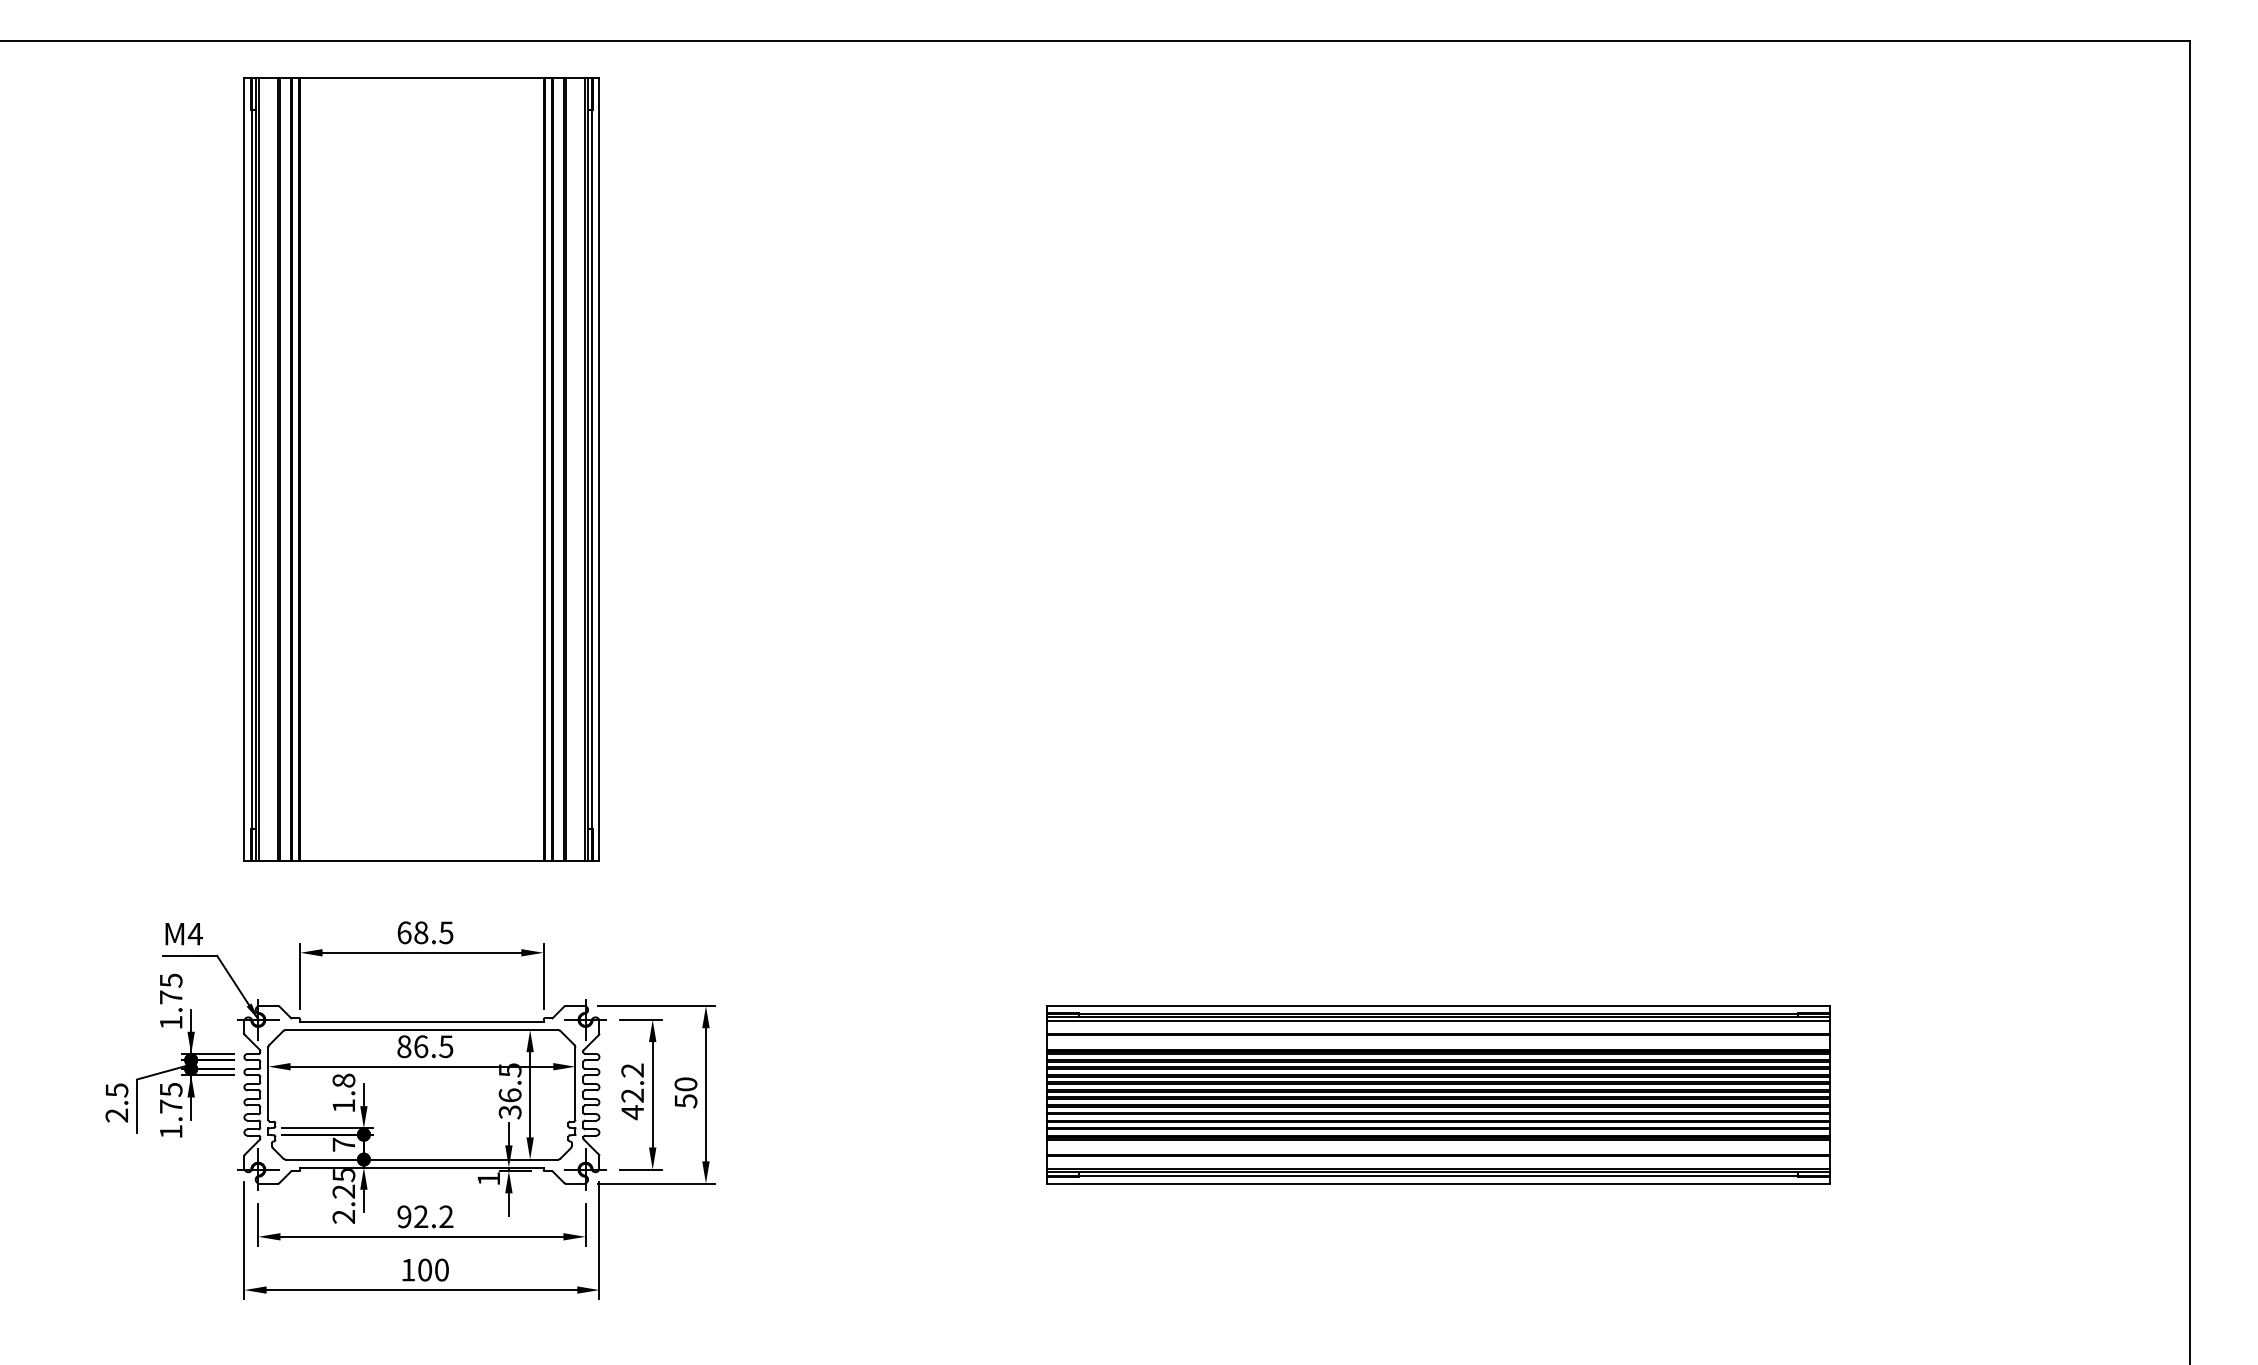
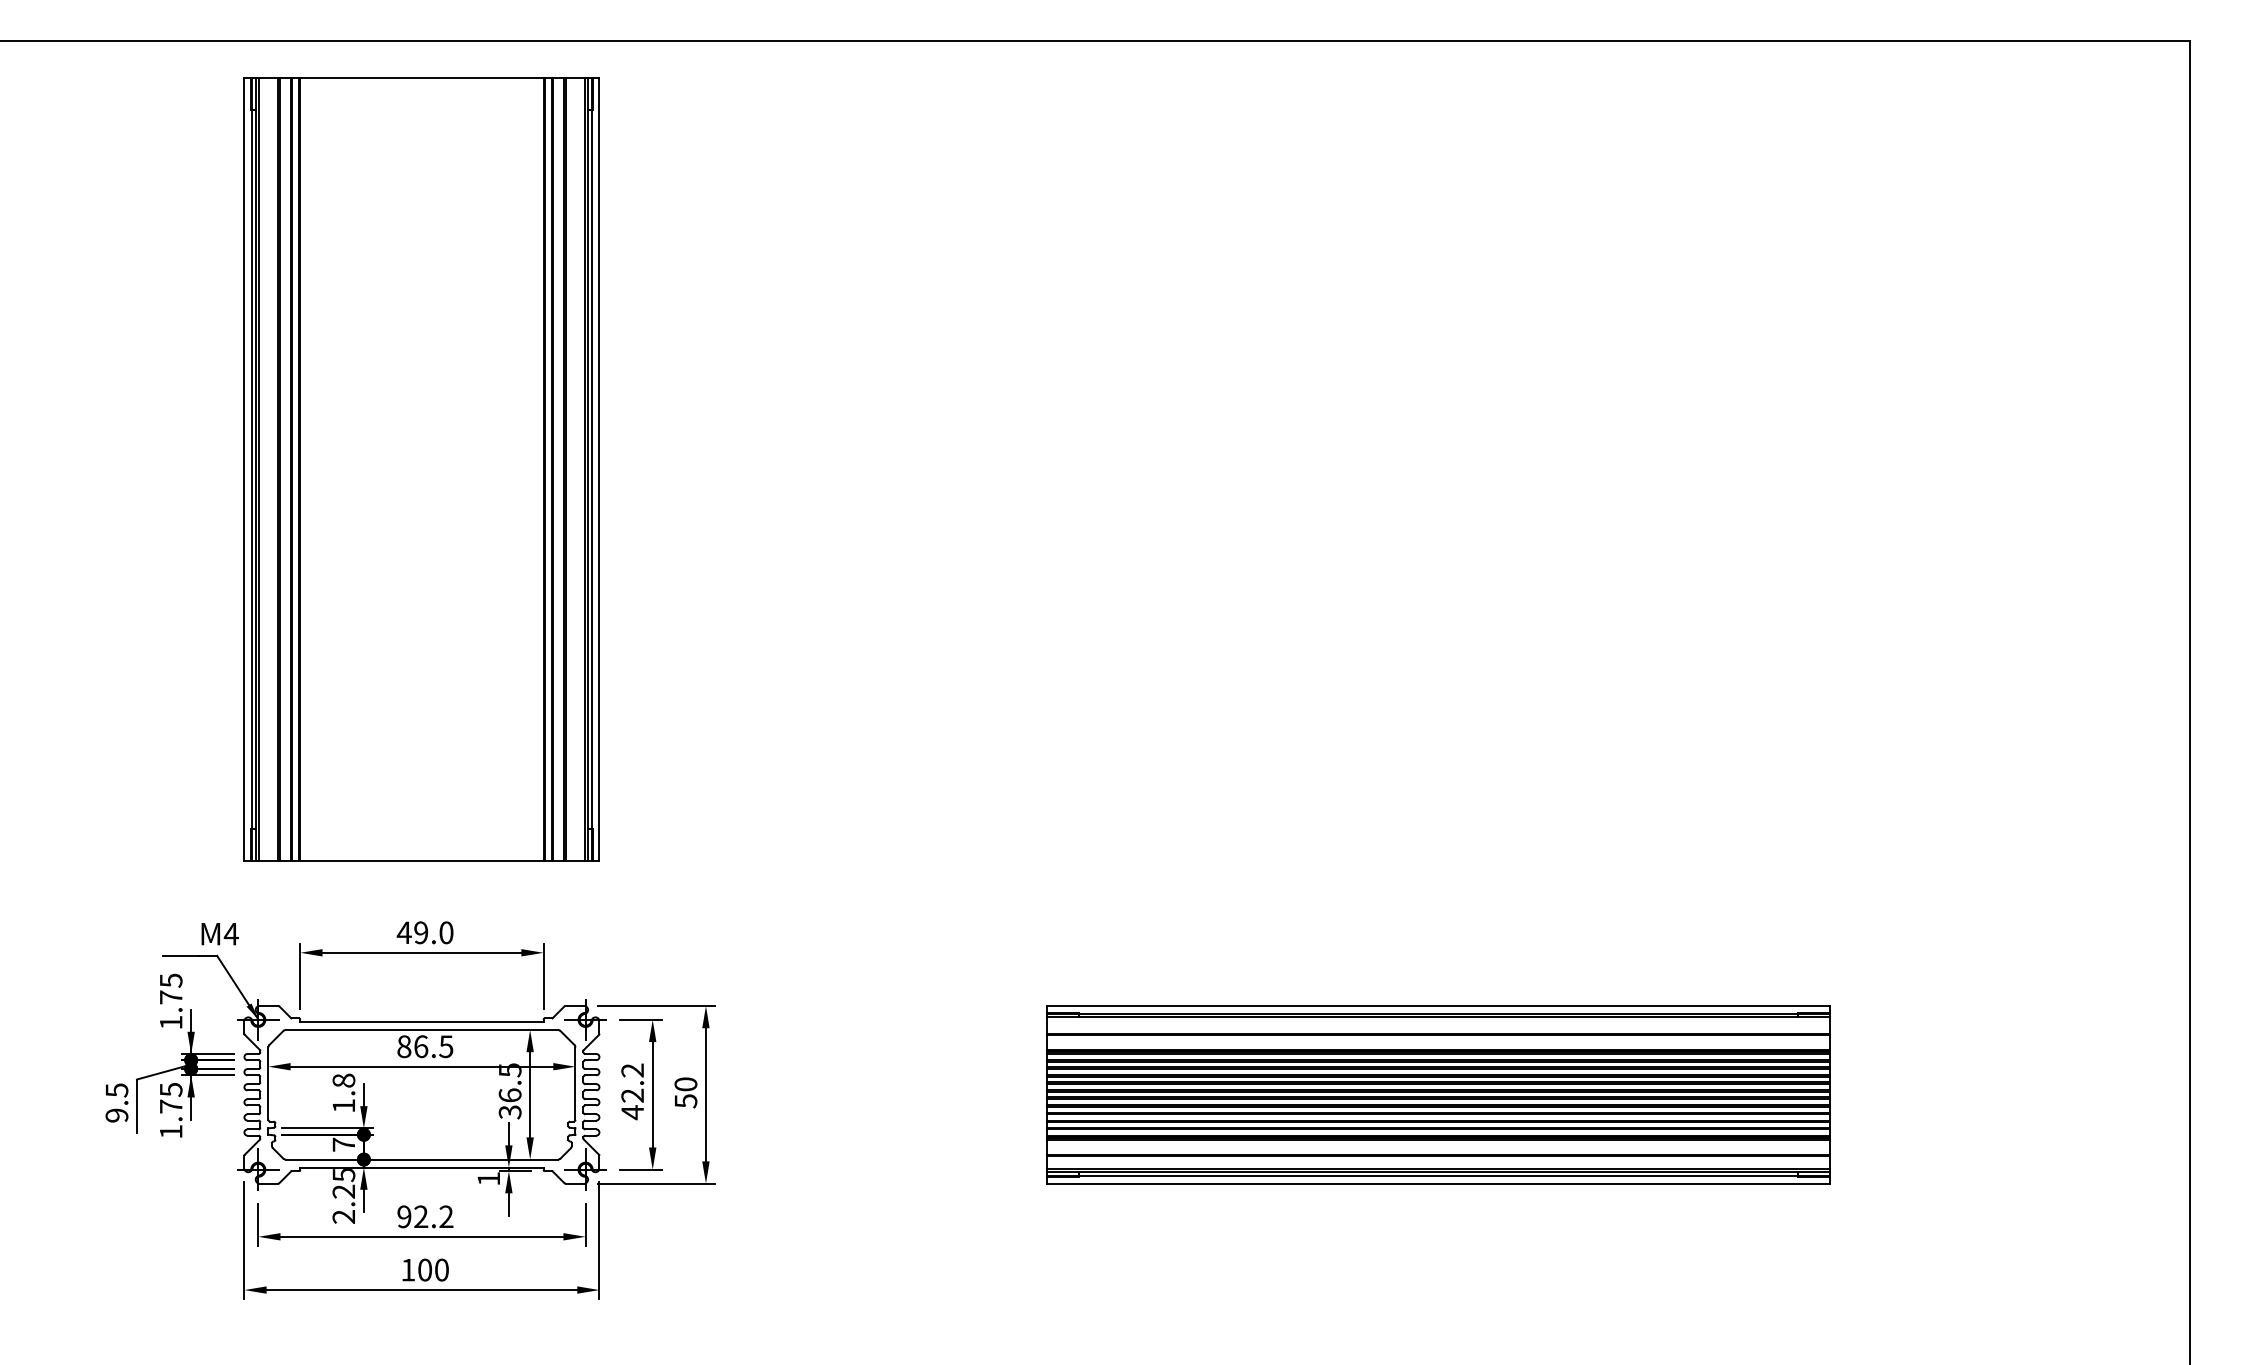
text at (424, 932): 68.5 -> 49.0
text at (183, 934) position: (183, 934) -> (219, 934)
line at (1437, 1020): present -> none
text at (116, 1115): 2.5 -> 9.5
